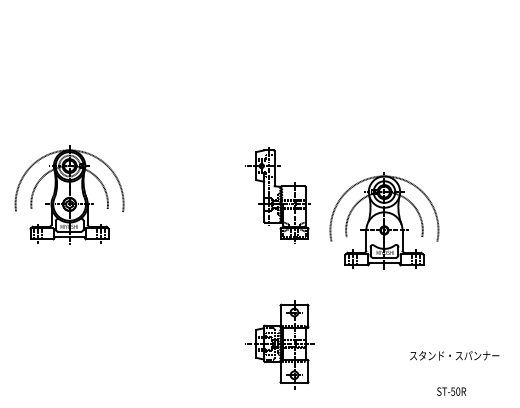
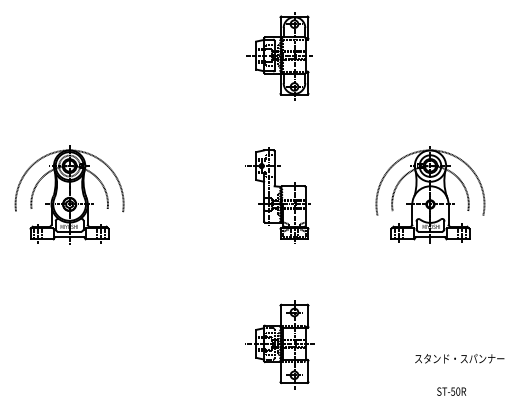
part at (279, 56): none -> present
part at (384, 220) position: (384, 220) -> (430, 194)
text at (454, 355) position: (454, 355) -> (459, 358)
